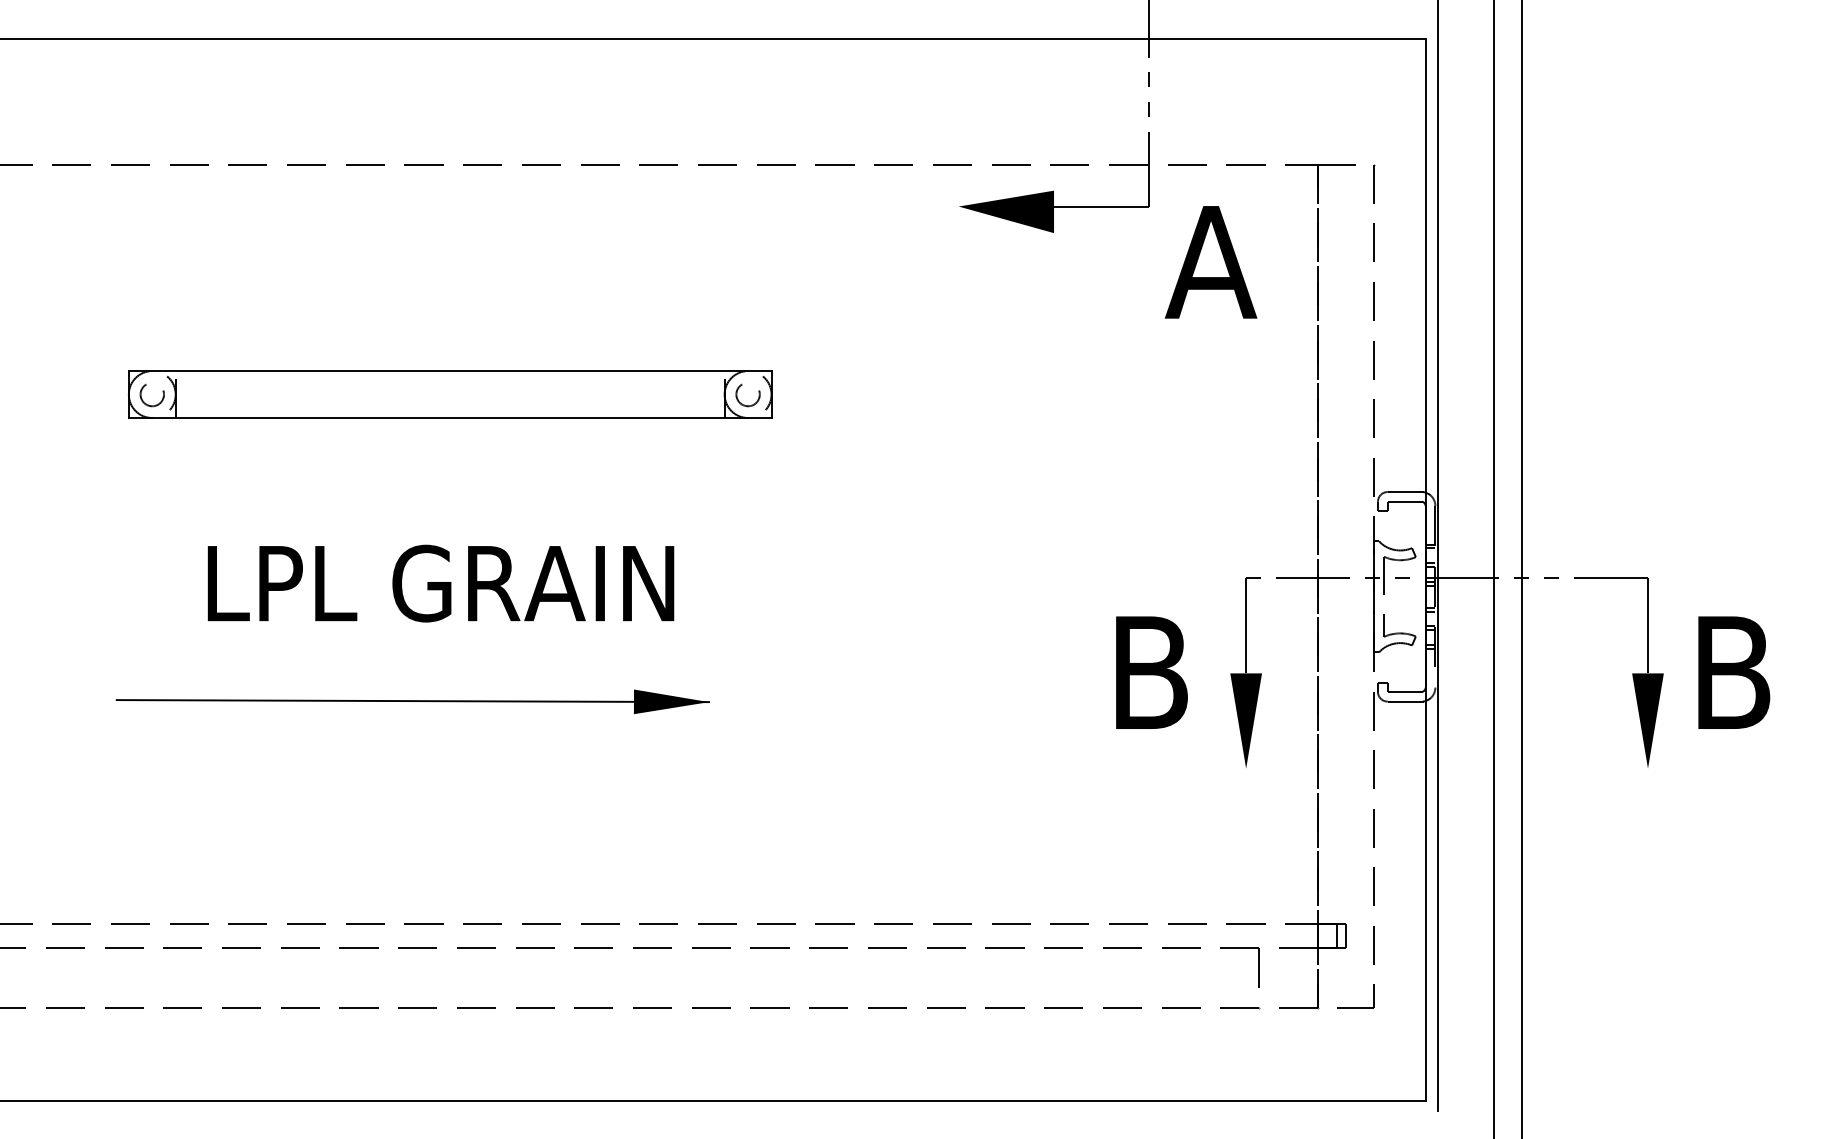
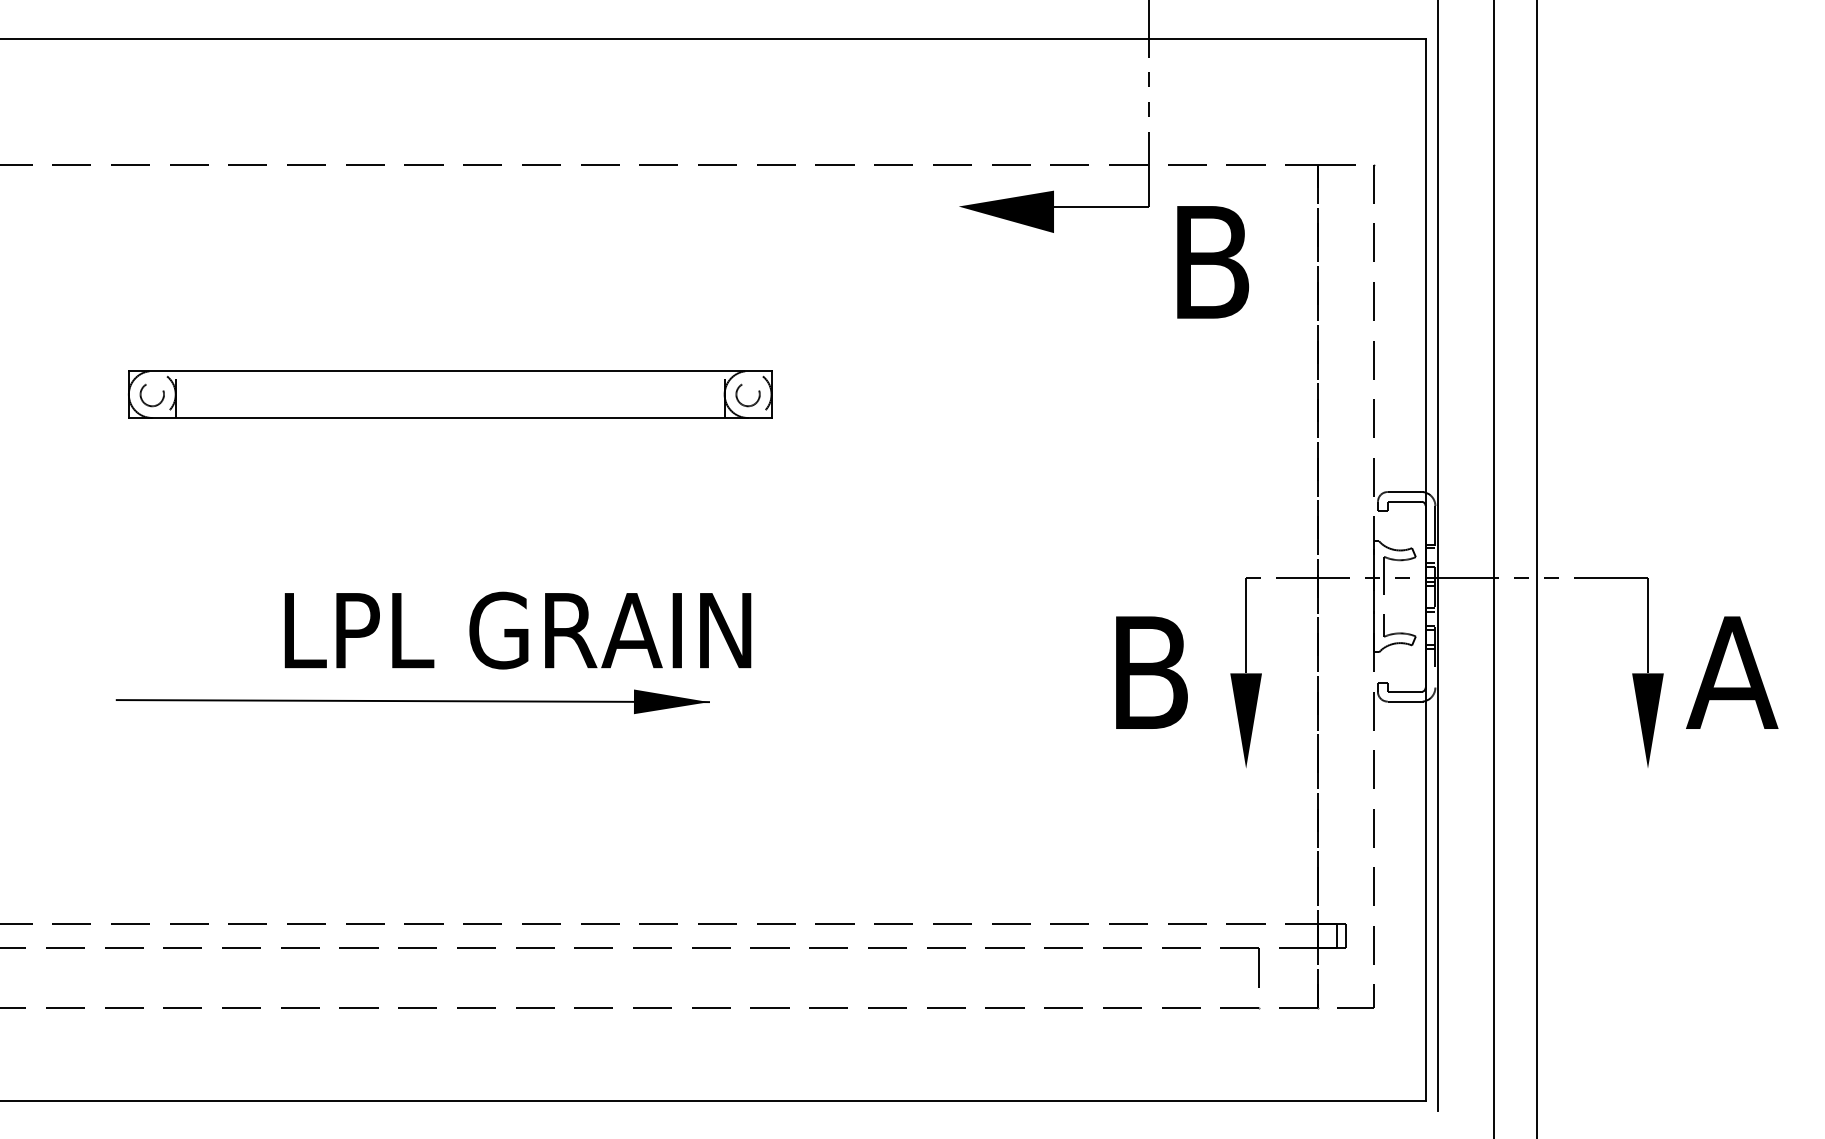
text at (1210, 262): A -> B
line at (1522, 568) position: (1522, 568) -> (1537, 568)
text at (440, 583) position: (440, 583) -> (517, 630)
text at (1732, 672): B -> A
